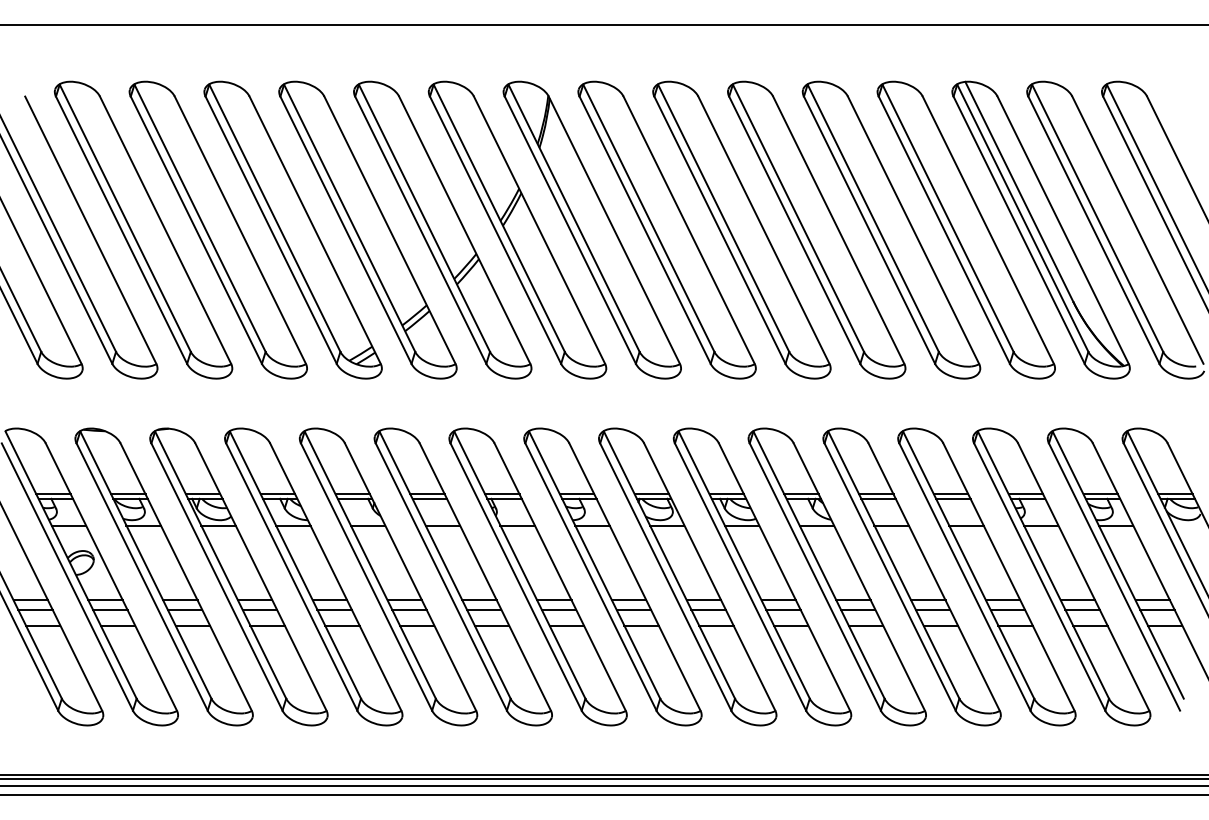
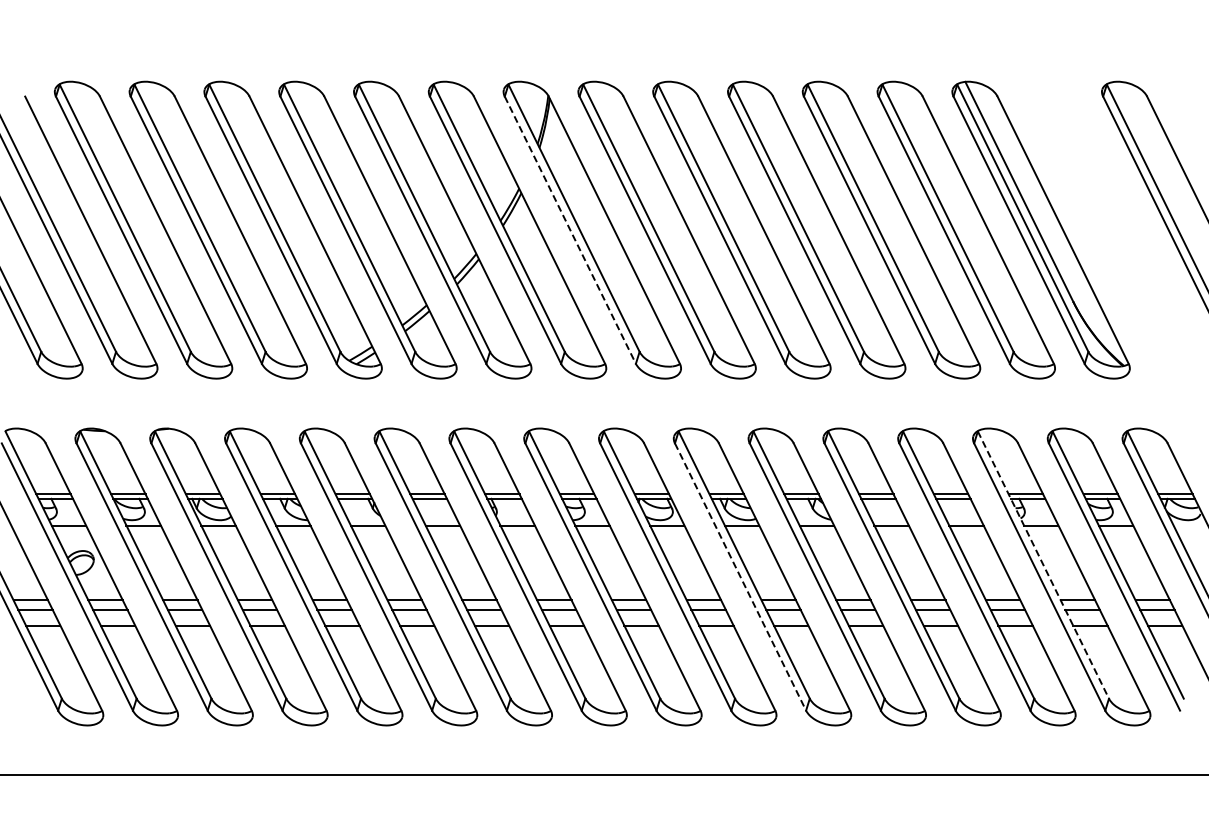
line at (603, 24): present -> none
line at (570, 230): solid -> dashed
part at (1106, 233): present -> none
line at (1043, 565): solid -> dashed
line at (740, 577): solid -> dashed
line at (603, 778): present -> none
line at (603, 785): present -> none
line at (603, 795): present -> none
